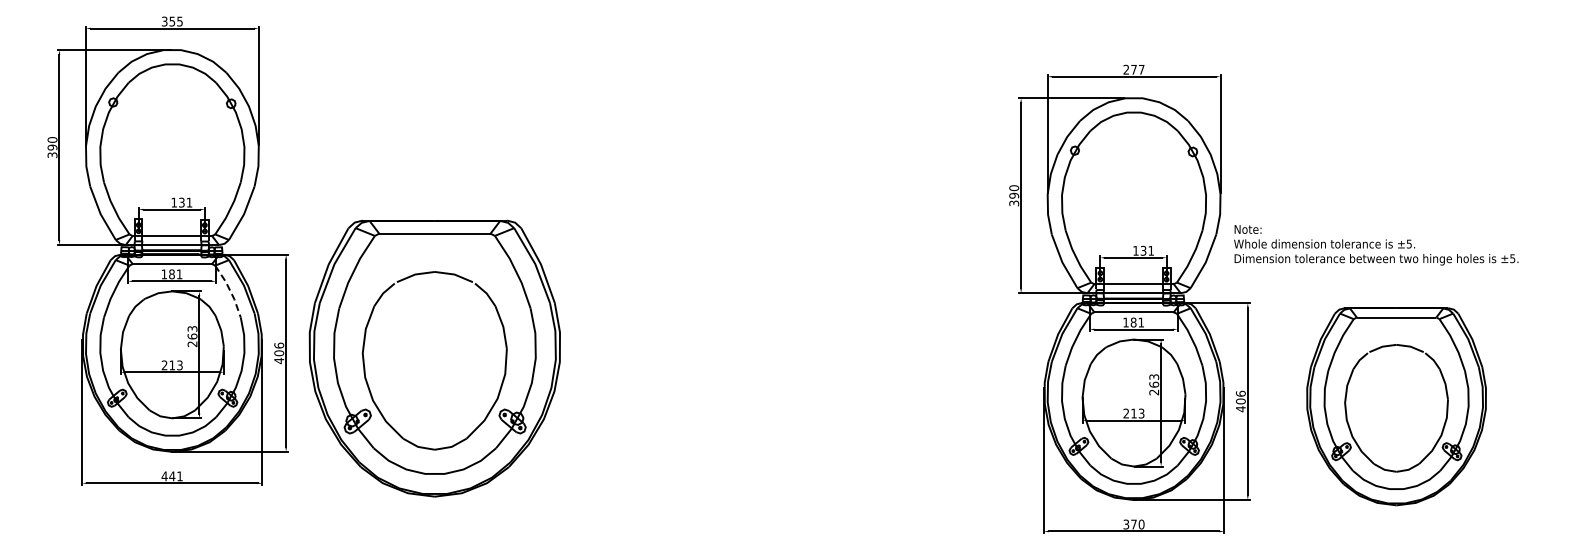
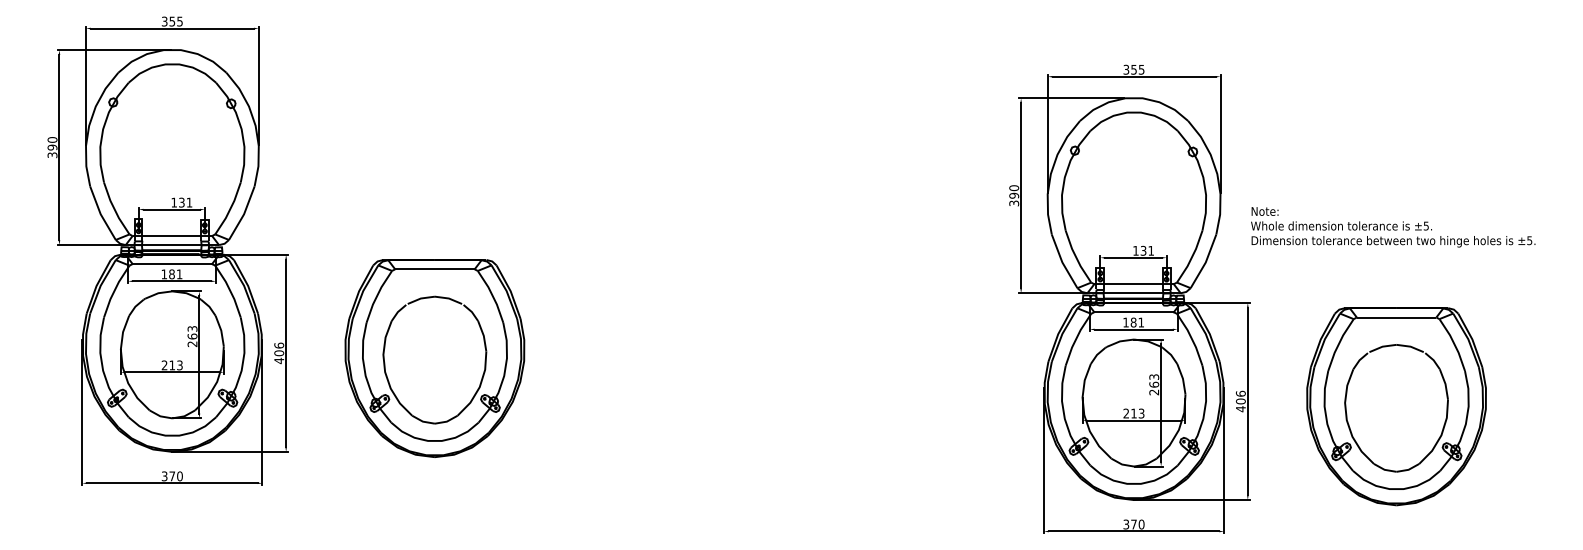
text at (1133, 69): 277 -> 355
text at (1376, 245) position: (1376, 245) -> (1393, 227)
line at (230, 290): dashed -> solid
part at (434, 358) size: 253x279 px -> 182x199 px
text at (171, 476): 441 -> 370
